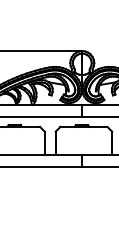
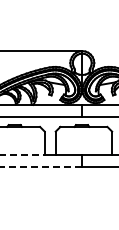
line at (23, 155): solid -> dashed
line at (41, 167): solid -> dashed
